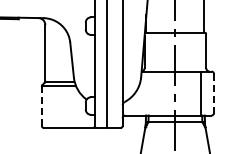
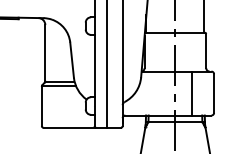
line at (201, 93) position: (201, 93) -> (192, 93)
line at (214, 94): dashed -> solid
line at (41, 106): dashed -> solid
